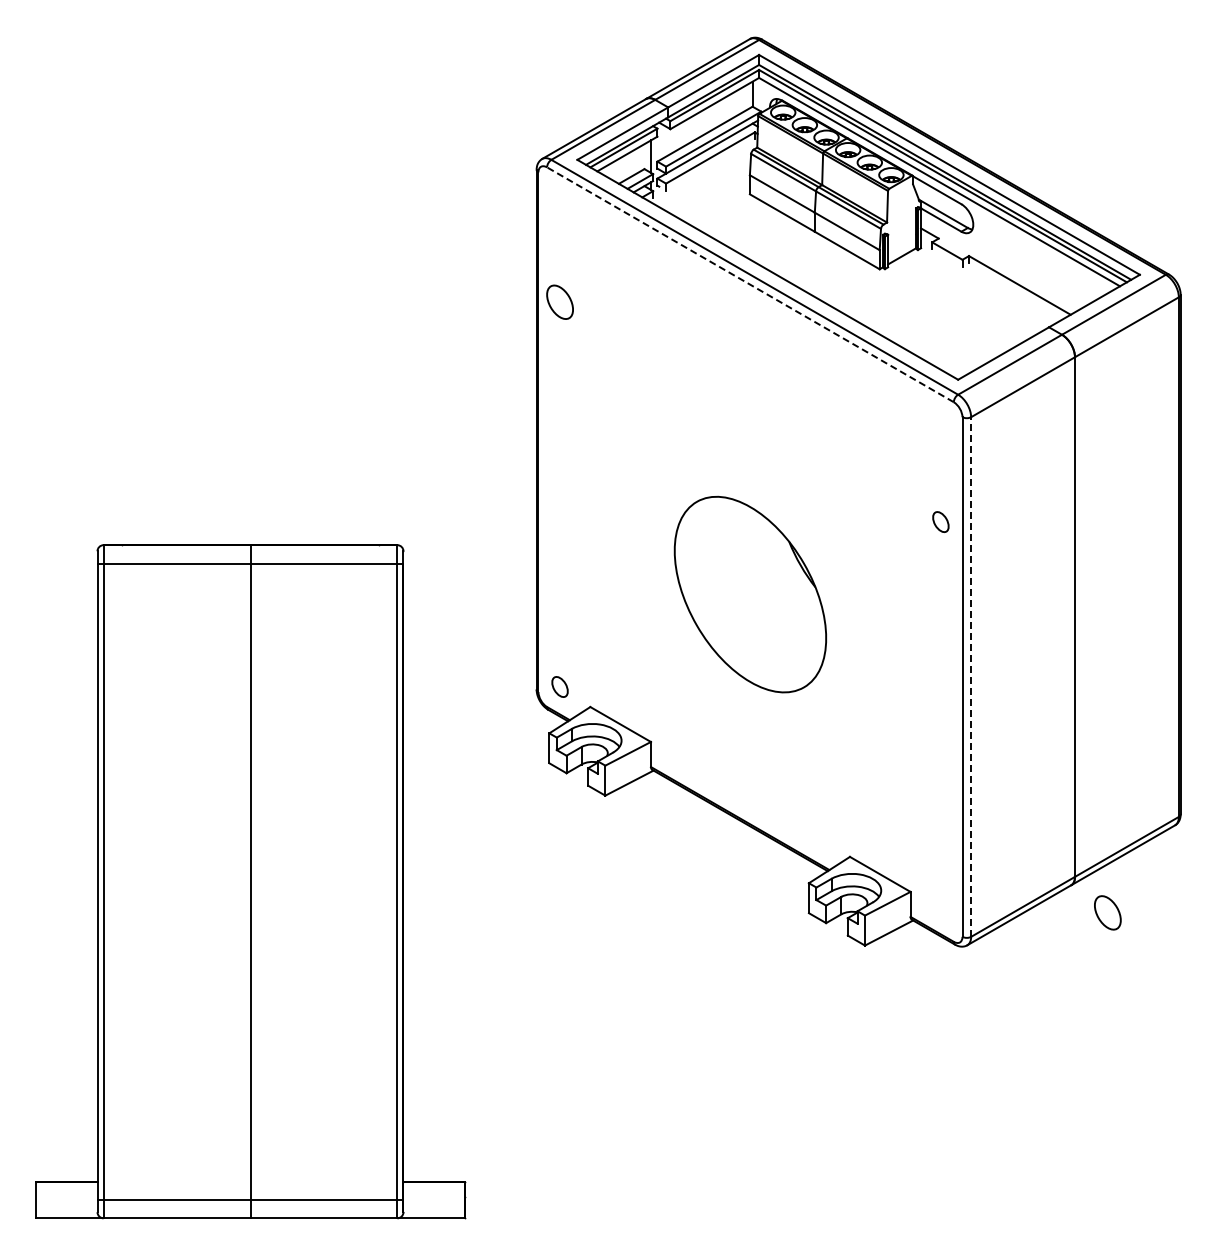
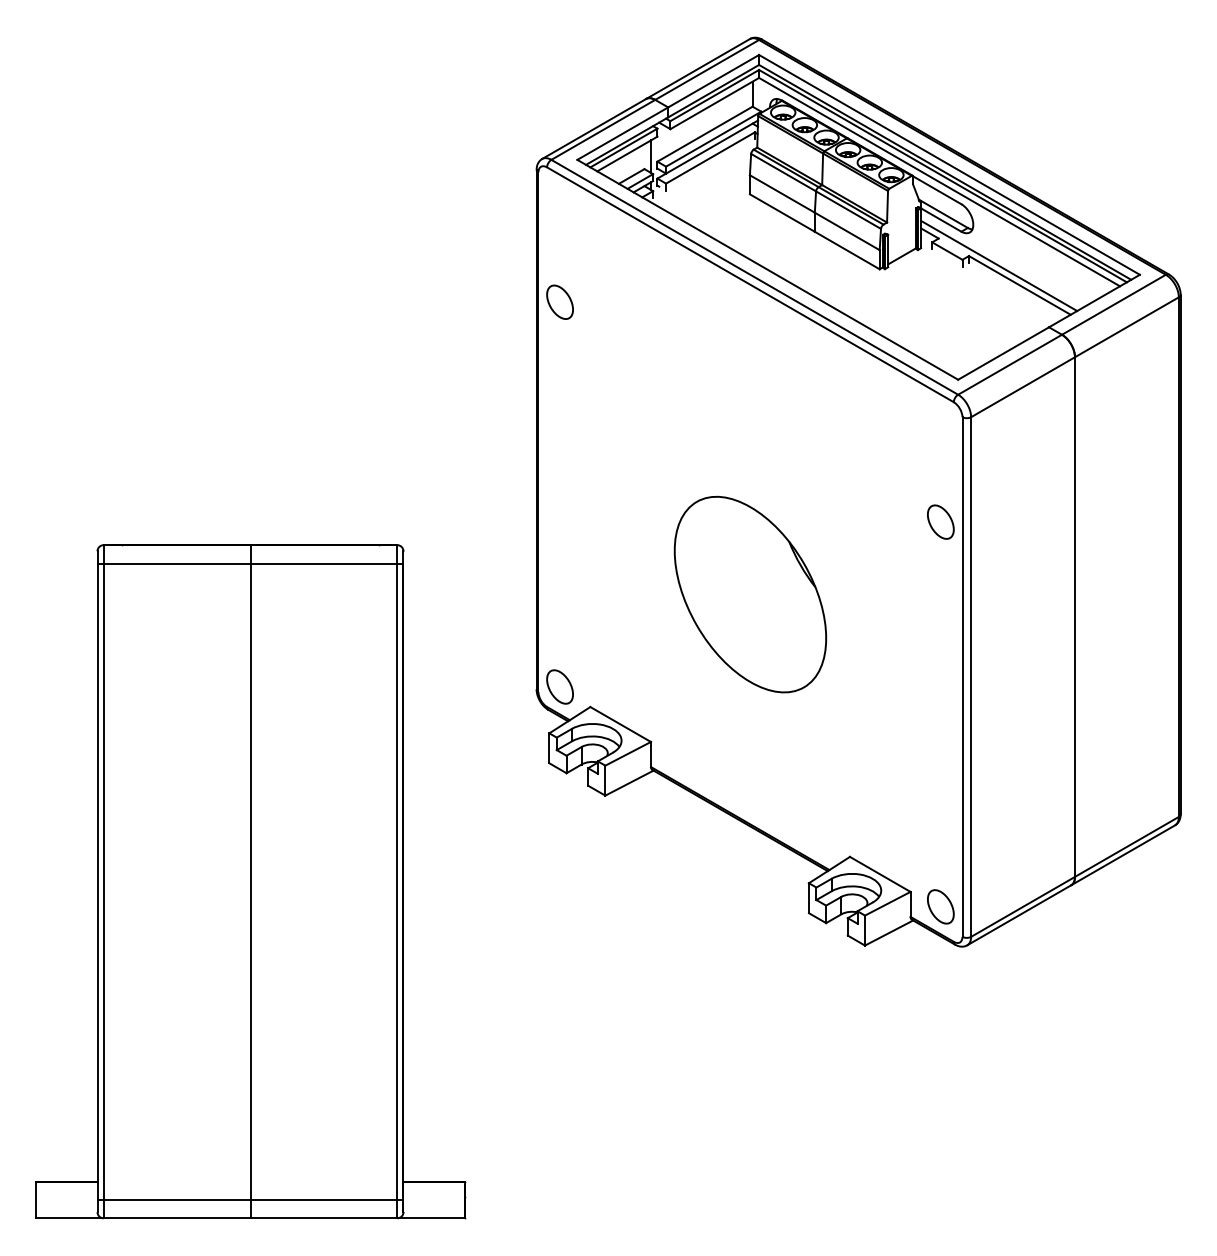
line at (999, 265): none -> present
line at (750, 284): dashed -> solid
part at (940, 521) size: 18x22 px -> 28x36 px
line at (971, 677): dashed -> solid
part at (559, 686) size: 18x22 px -> 28x36 px
part at (1107, 912) position: (1107, 912) -> (940, 906)
